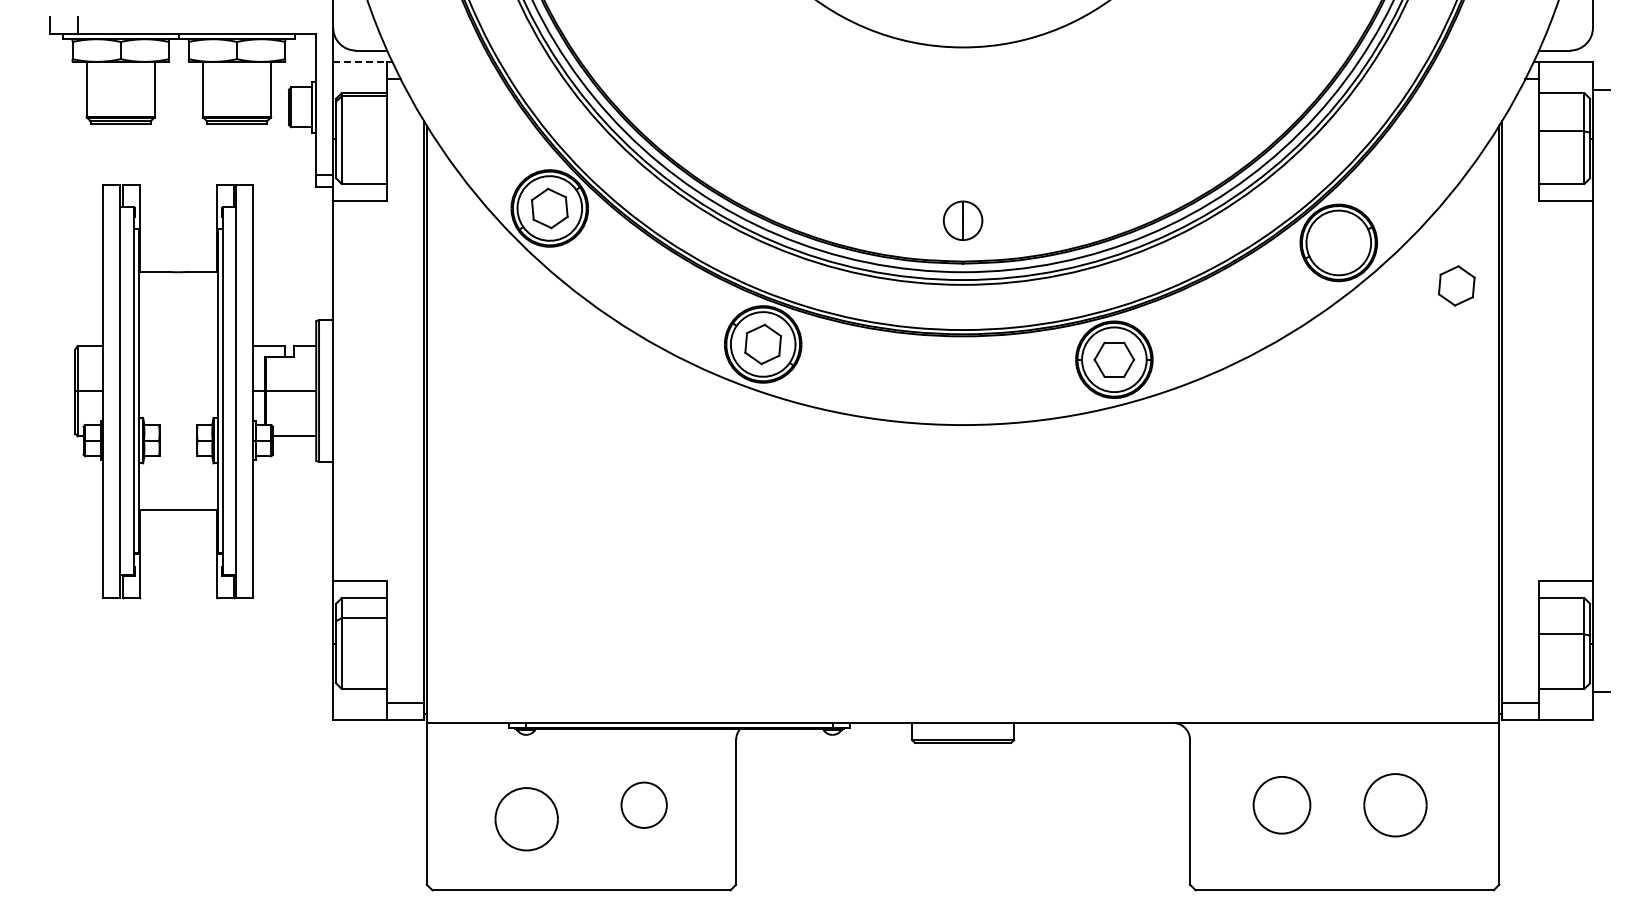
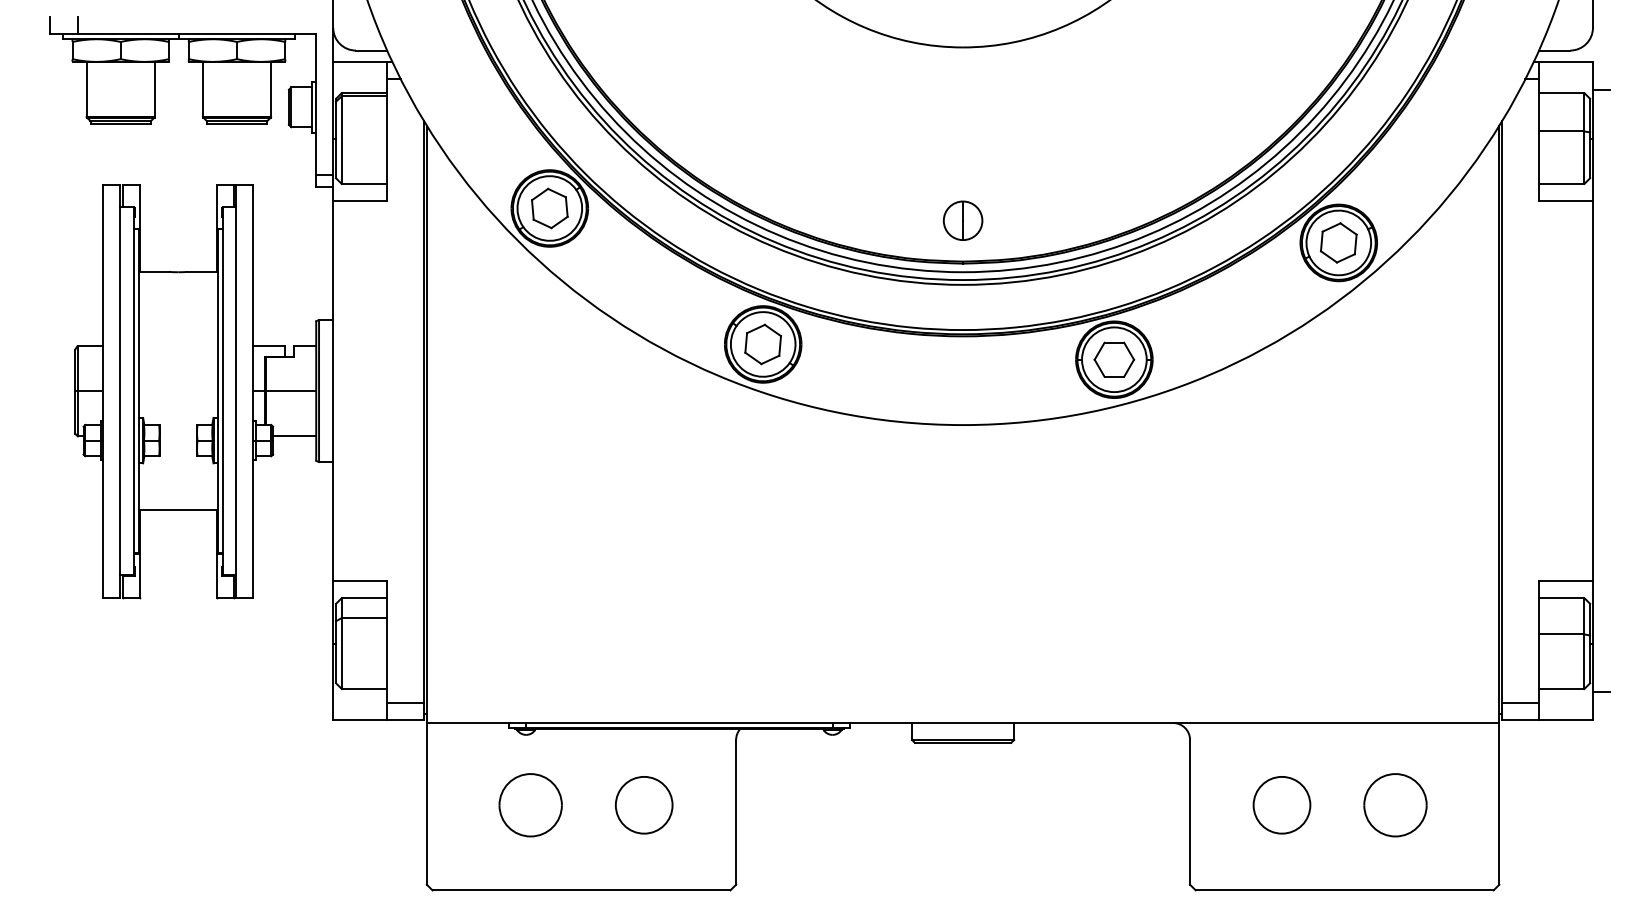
line at (360, 61): dashed -> solid
part at (1456, 285) position: (1456, 285) -> (1338, 242)
circle at (643, 804) diameter: 45 px -> 57 px
part at (526, 819) position: (526, 819) -> (530, 805)
